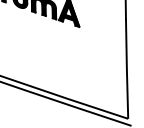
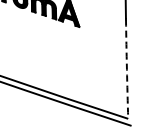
arc at (126, 69): solid -> dashed
